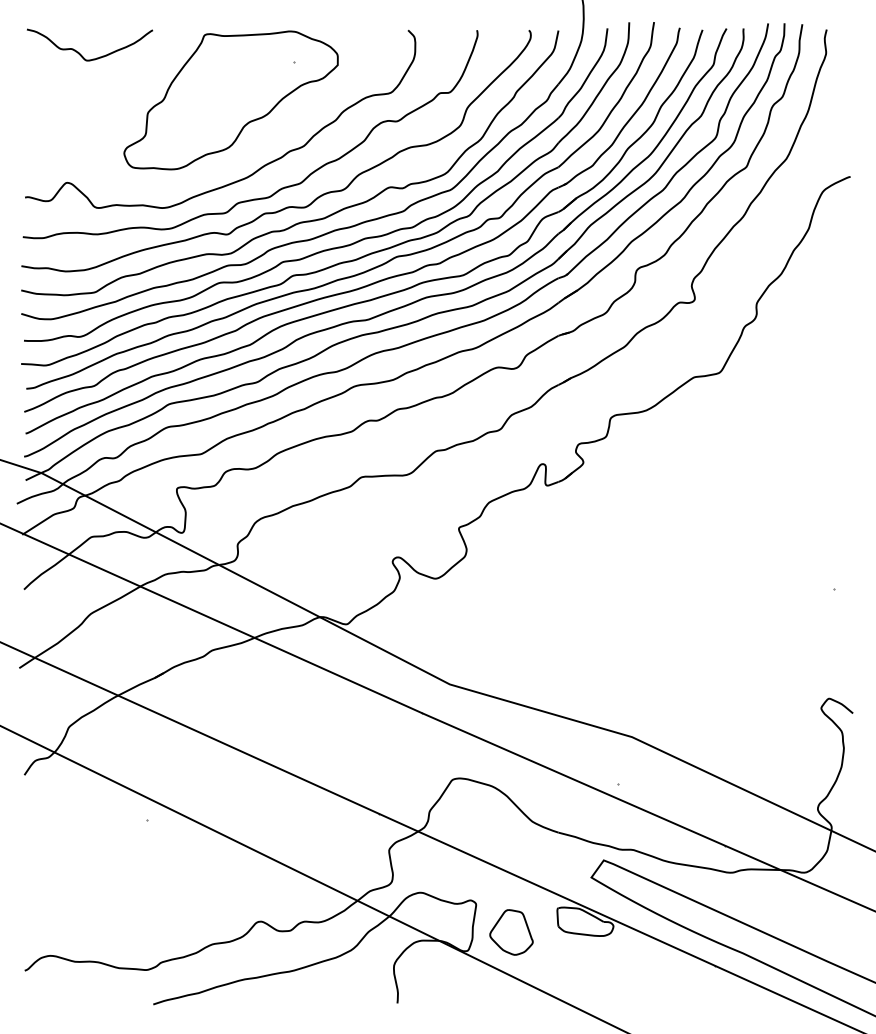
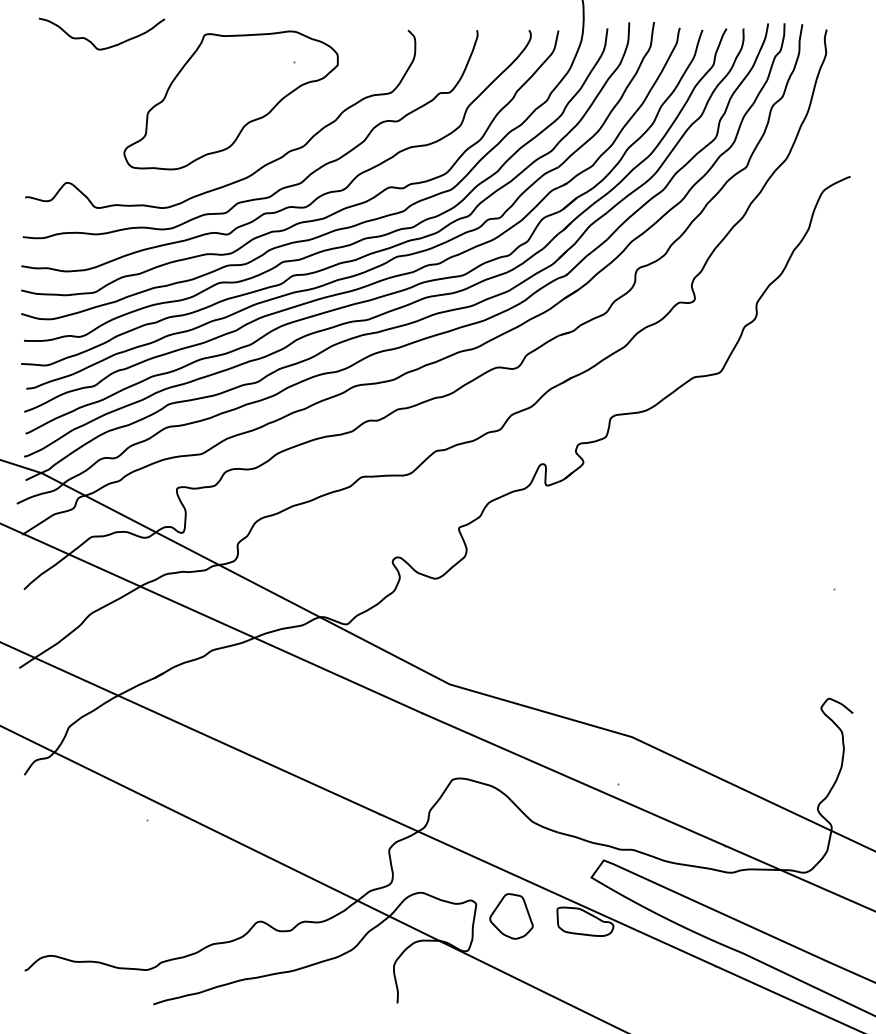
curve at (80, 53) position: (80, 53) -> (92, 42)
part at (511, 932) position: (511, 932) -> (511, 916)
